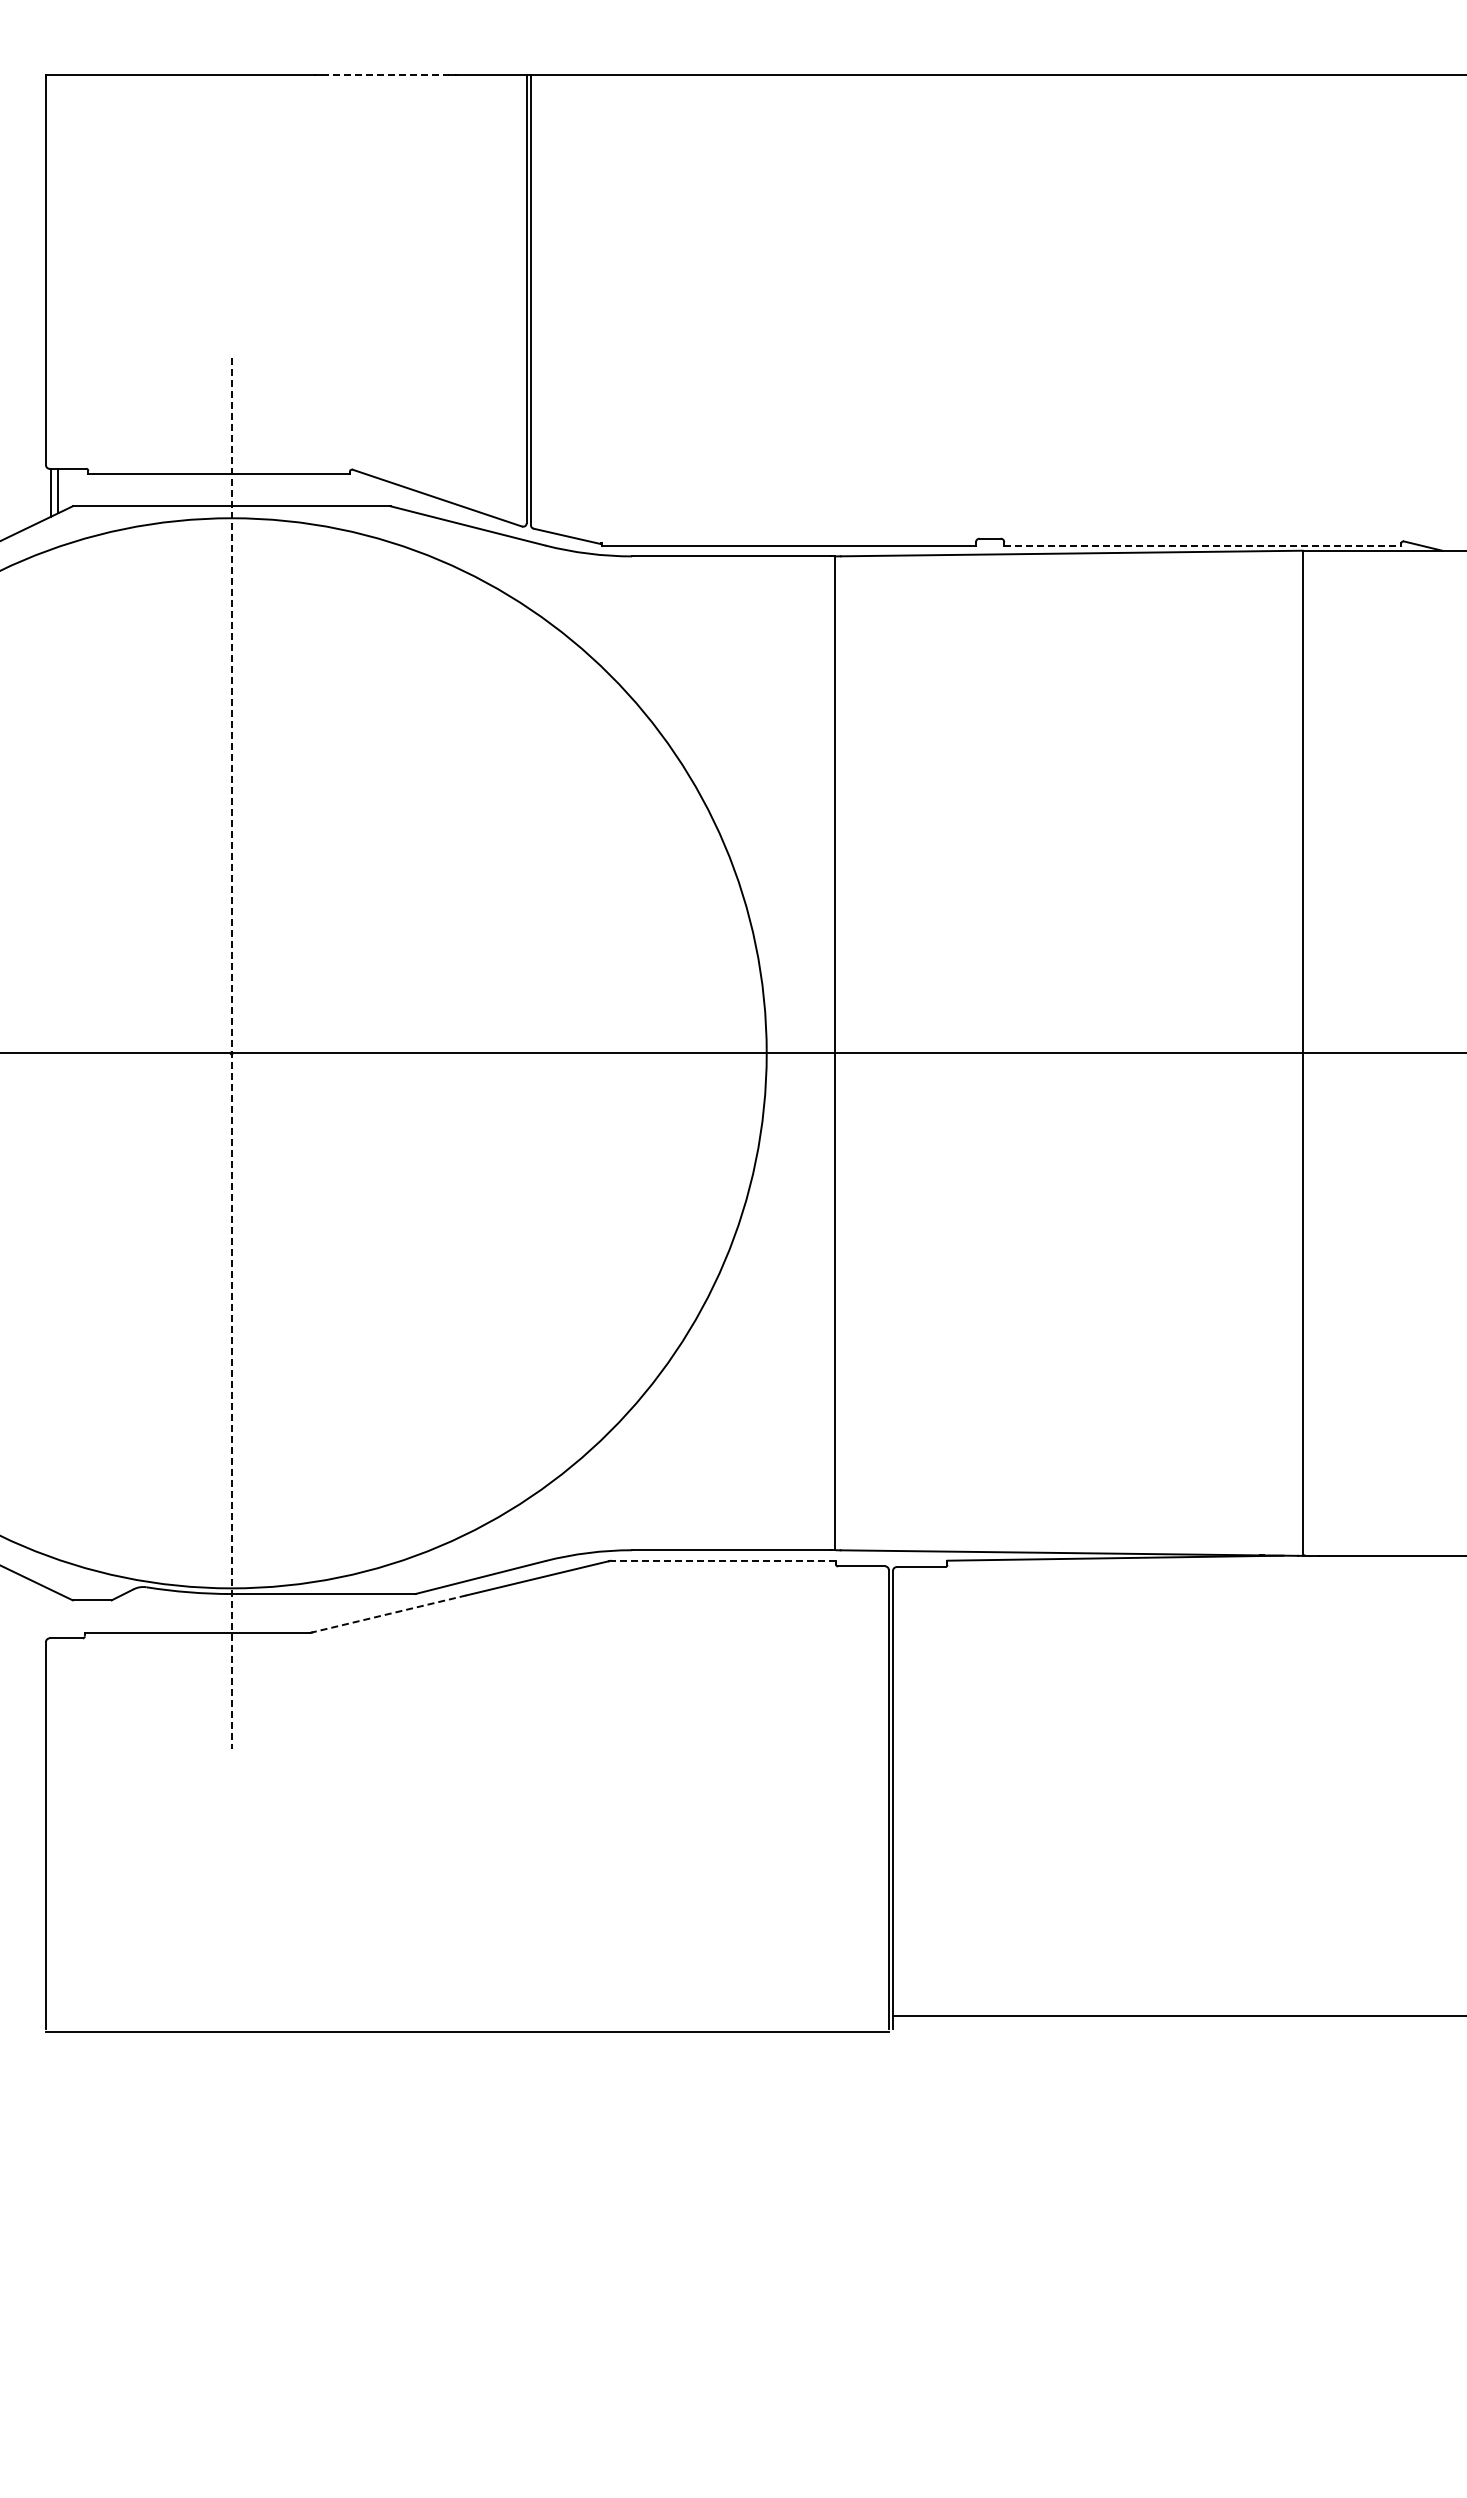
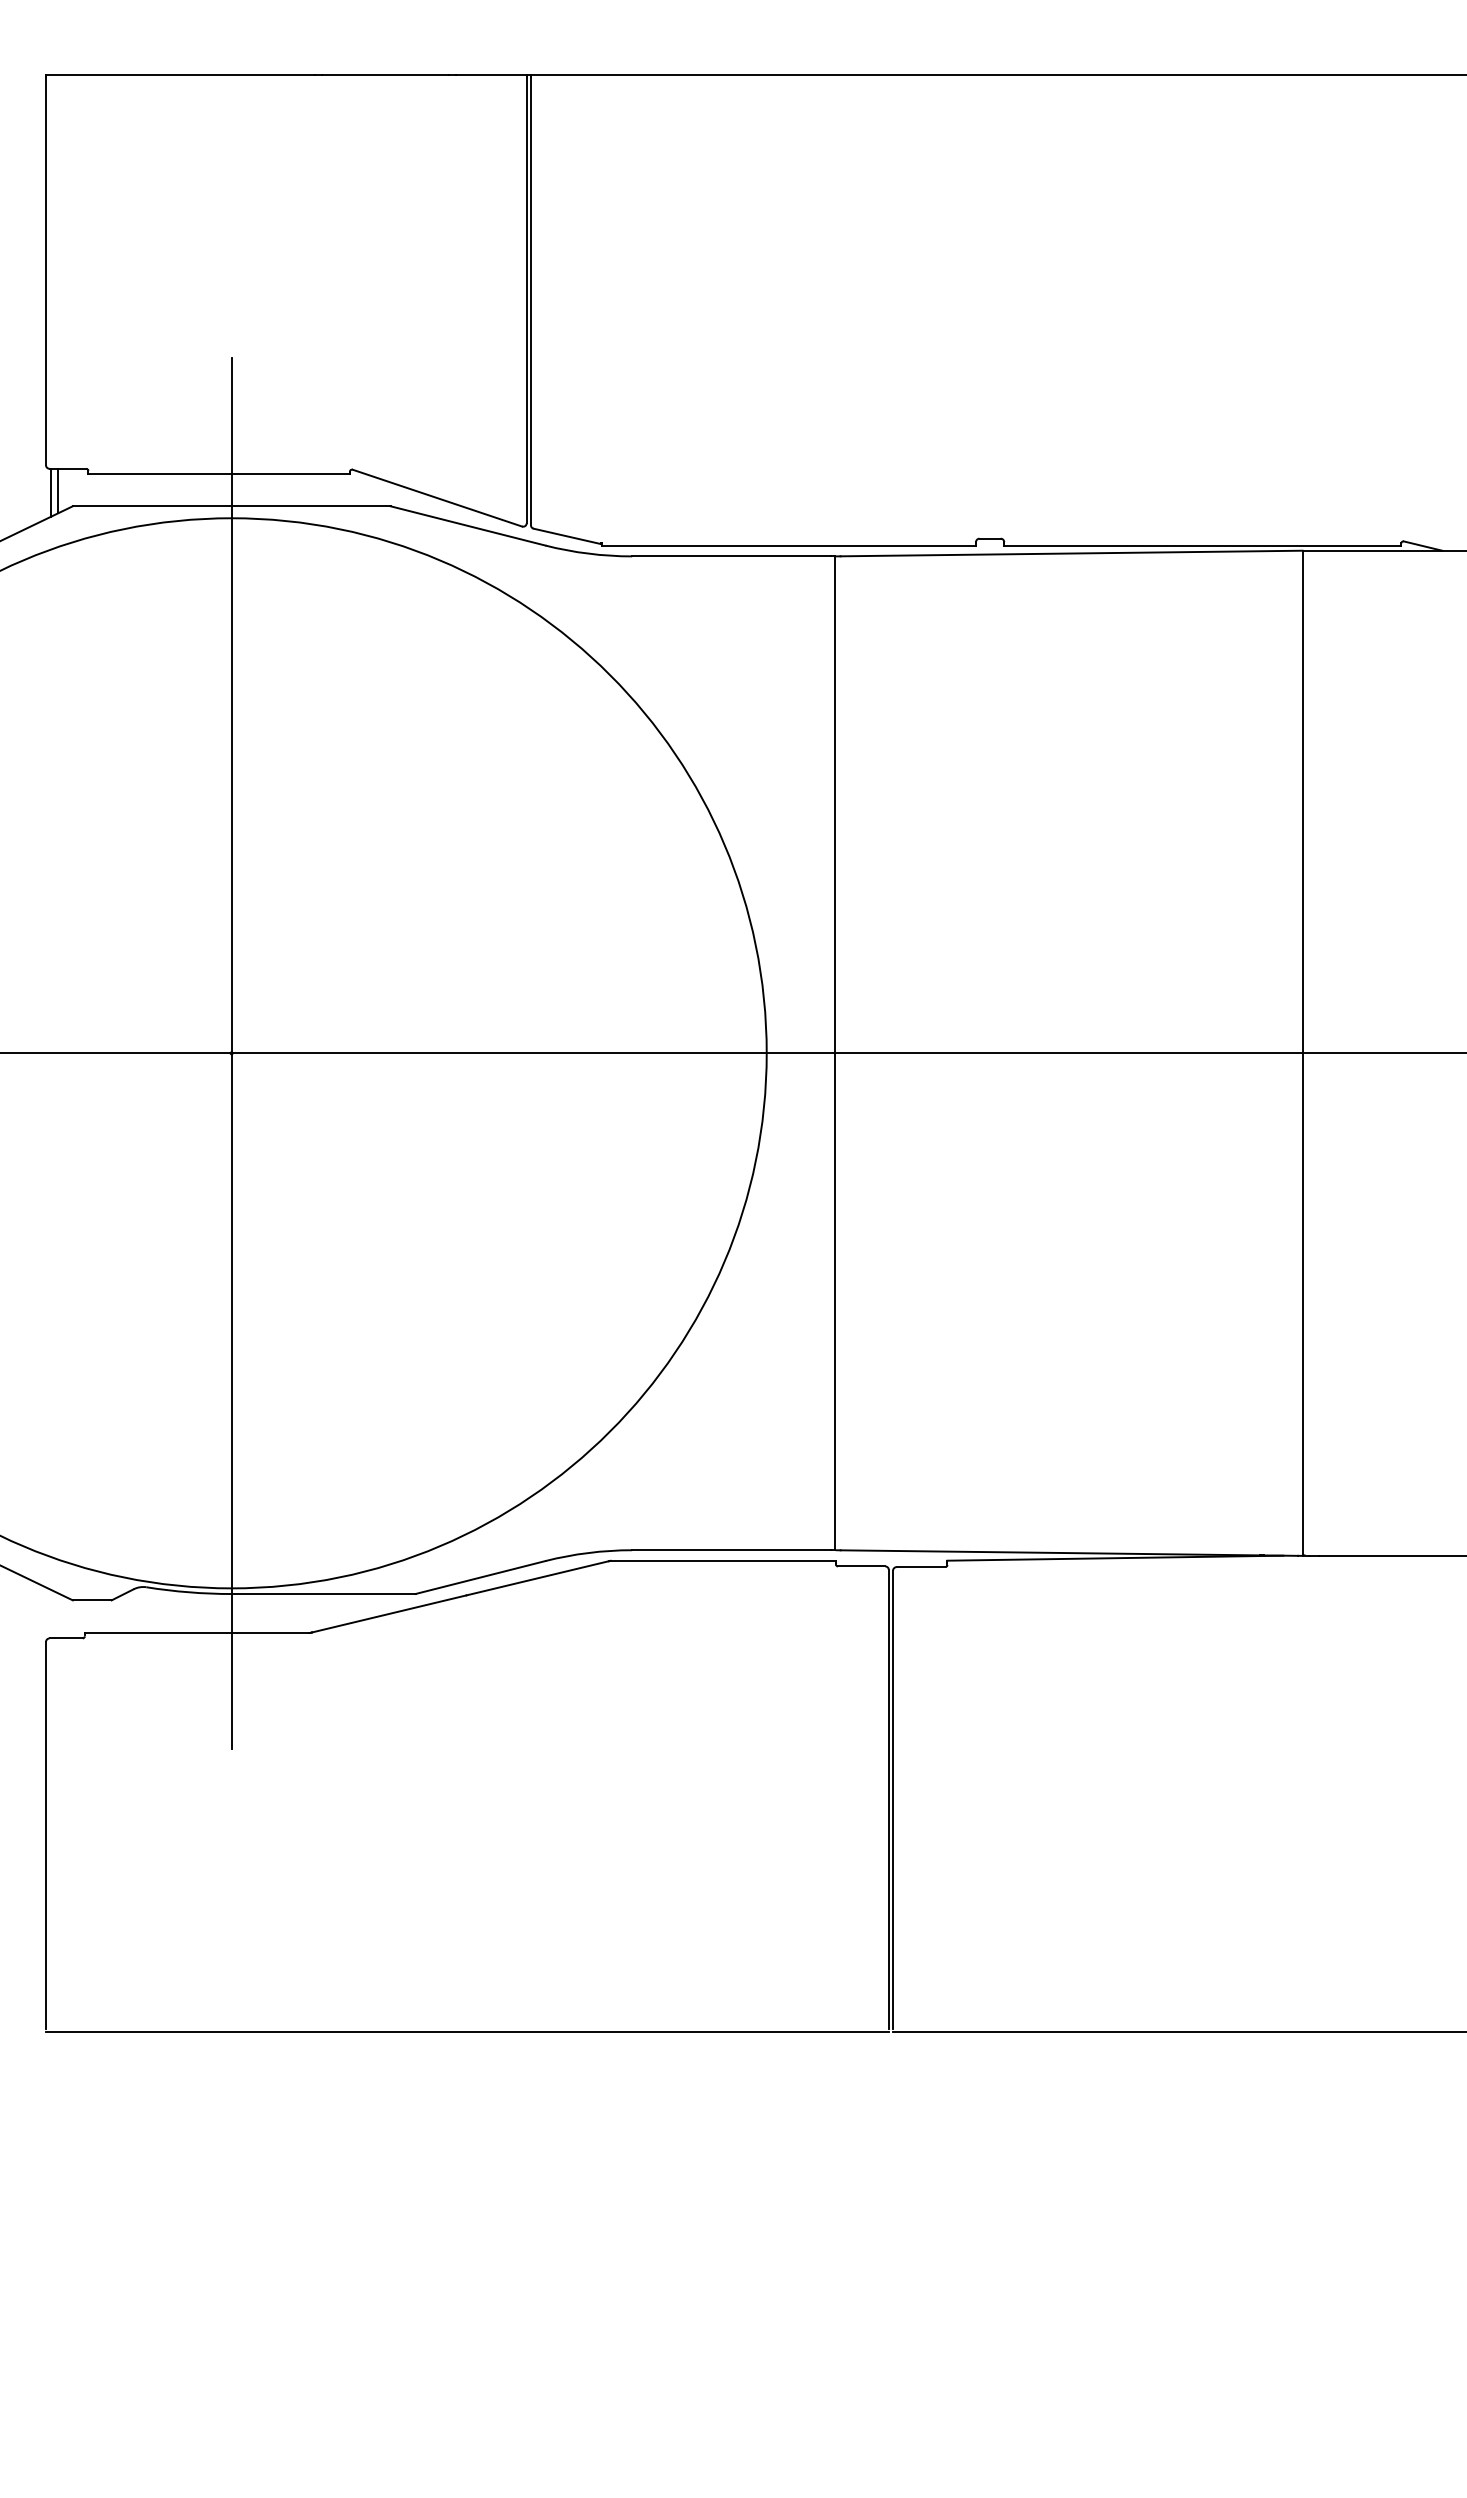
line at (385, 74): dashed -> solid
line at (1202, 545): dashed -> solid
line at (231, 1053): dashed -> solid
line at (723, 1560): dashed -> solid
line at (388, 1614): dashed -> solid
line at (1178, 2015) position: (1178, 2015) -> (1178, 2031)
